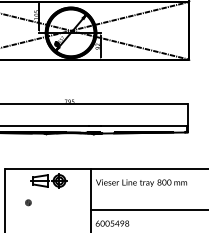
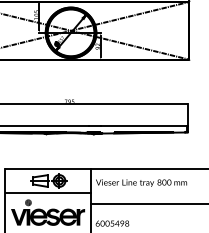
line at (48, 192): none -> present
line at (148, 210) position: (148, 210) -> (148, 204)
fill at (47, 216): none -> present
